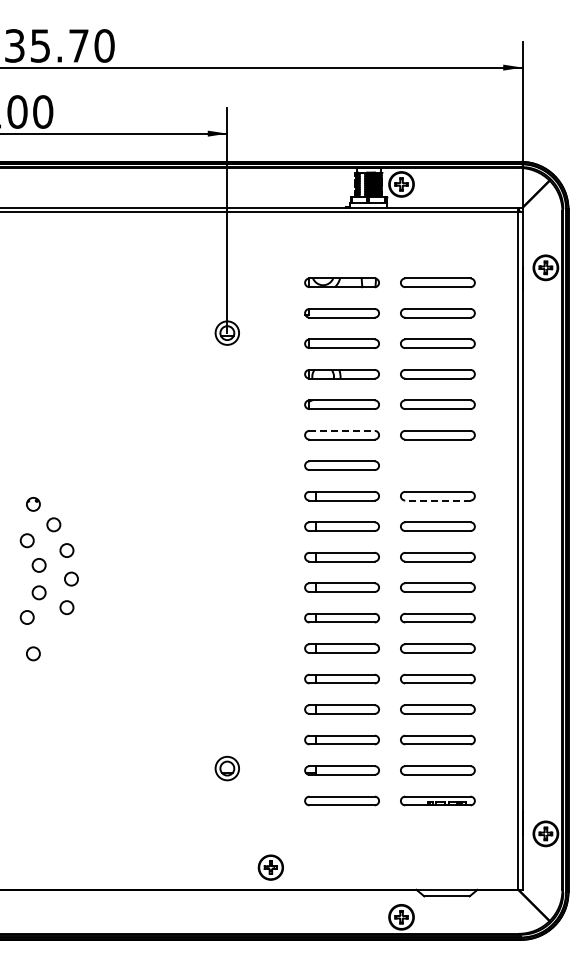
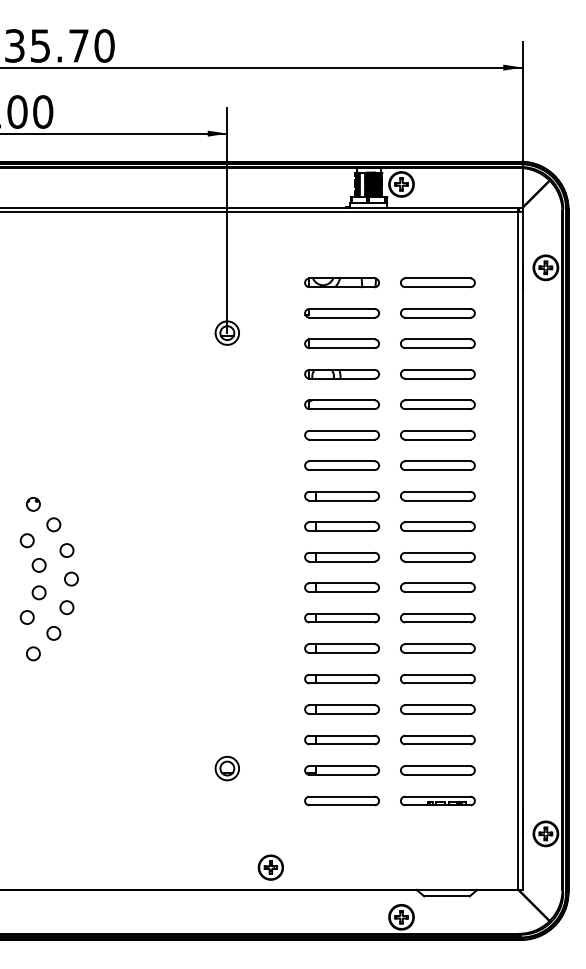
line at (342, 430): dashed -> solid
part at (437, 465): none -> present
line at (437, 500): dashed -> solid
circle at (53, 633): none -> present
